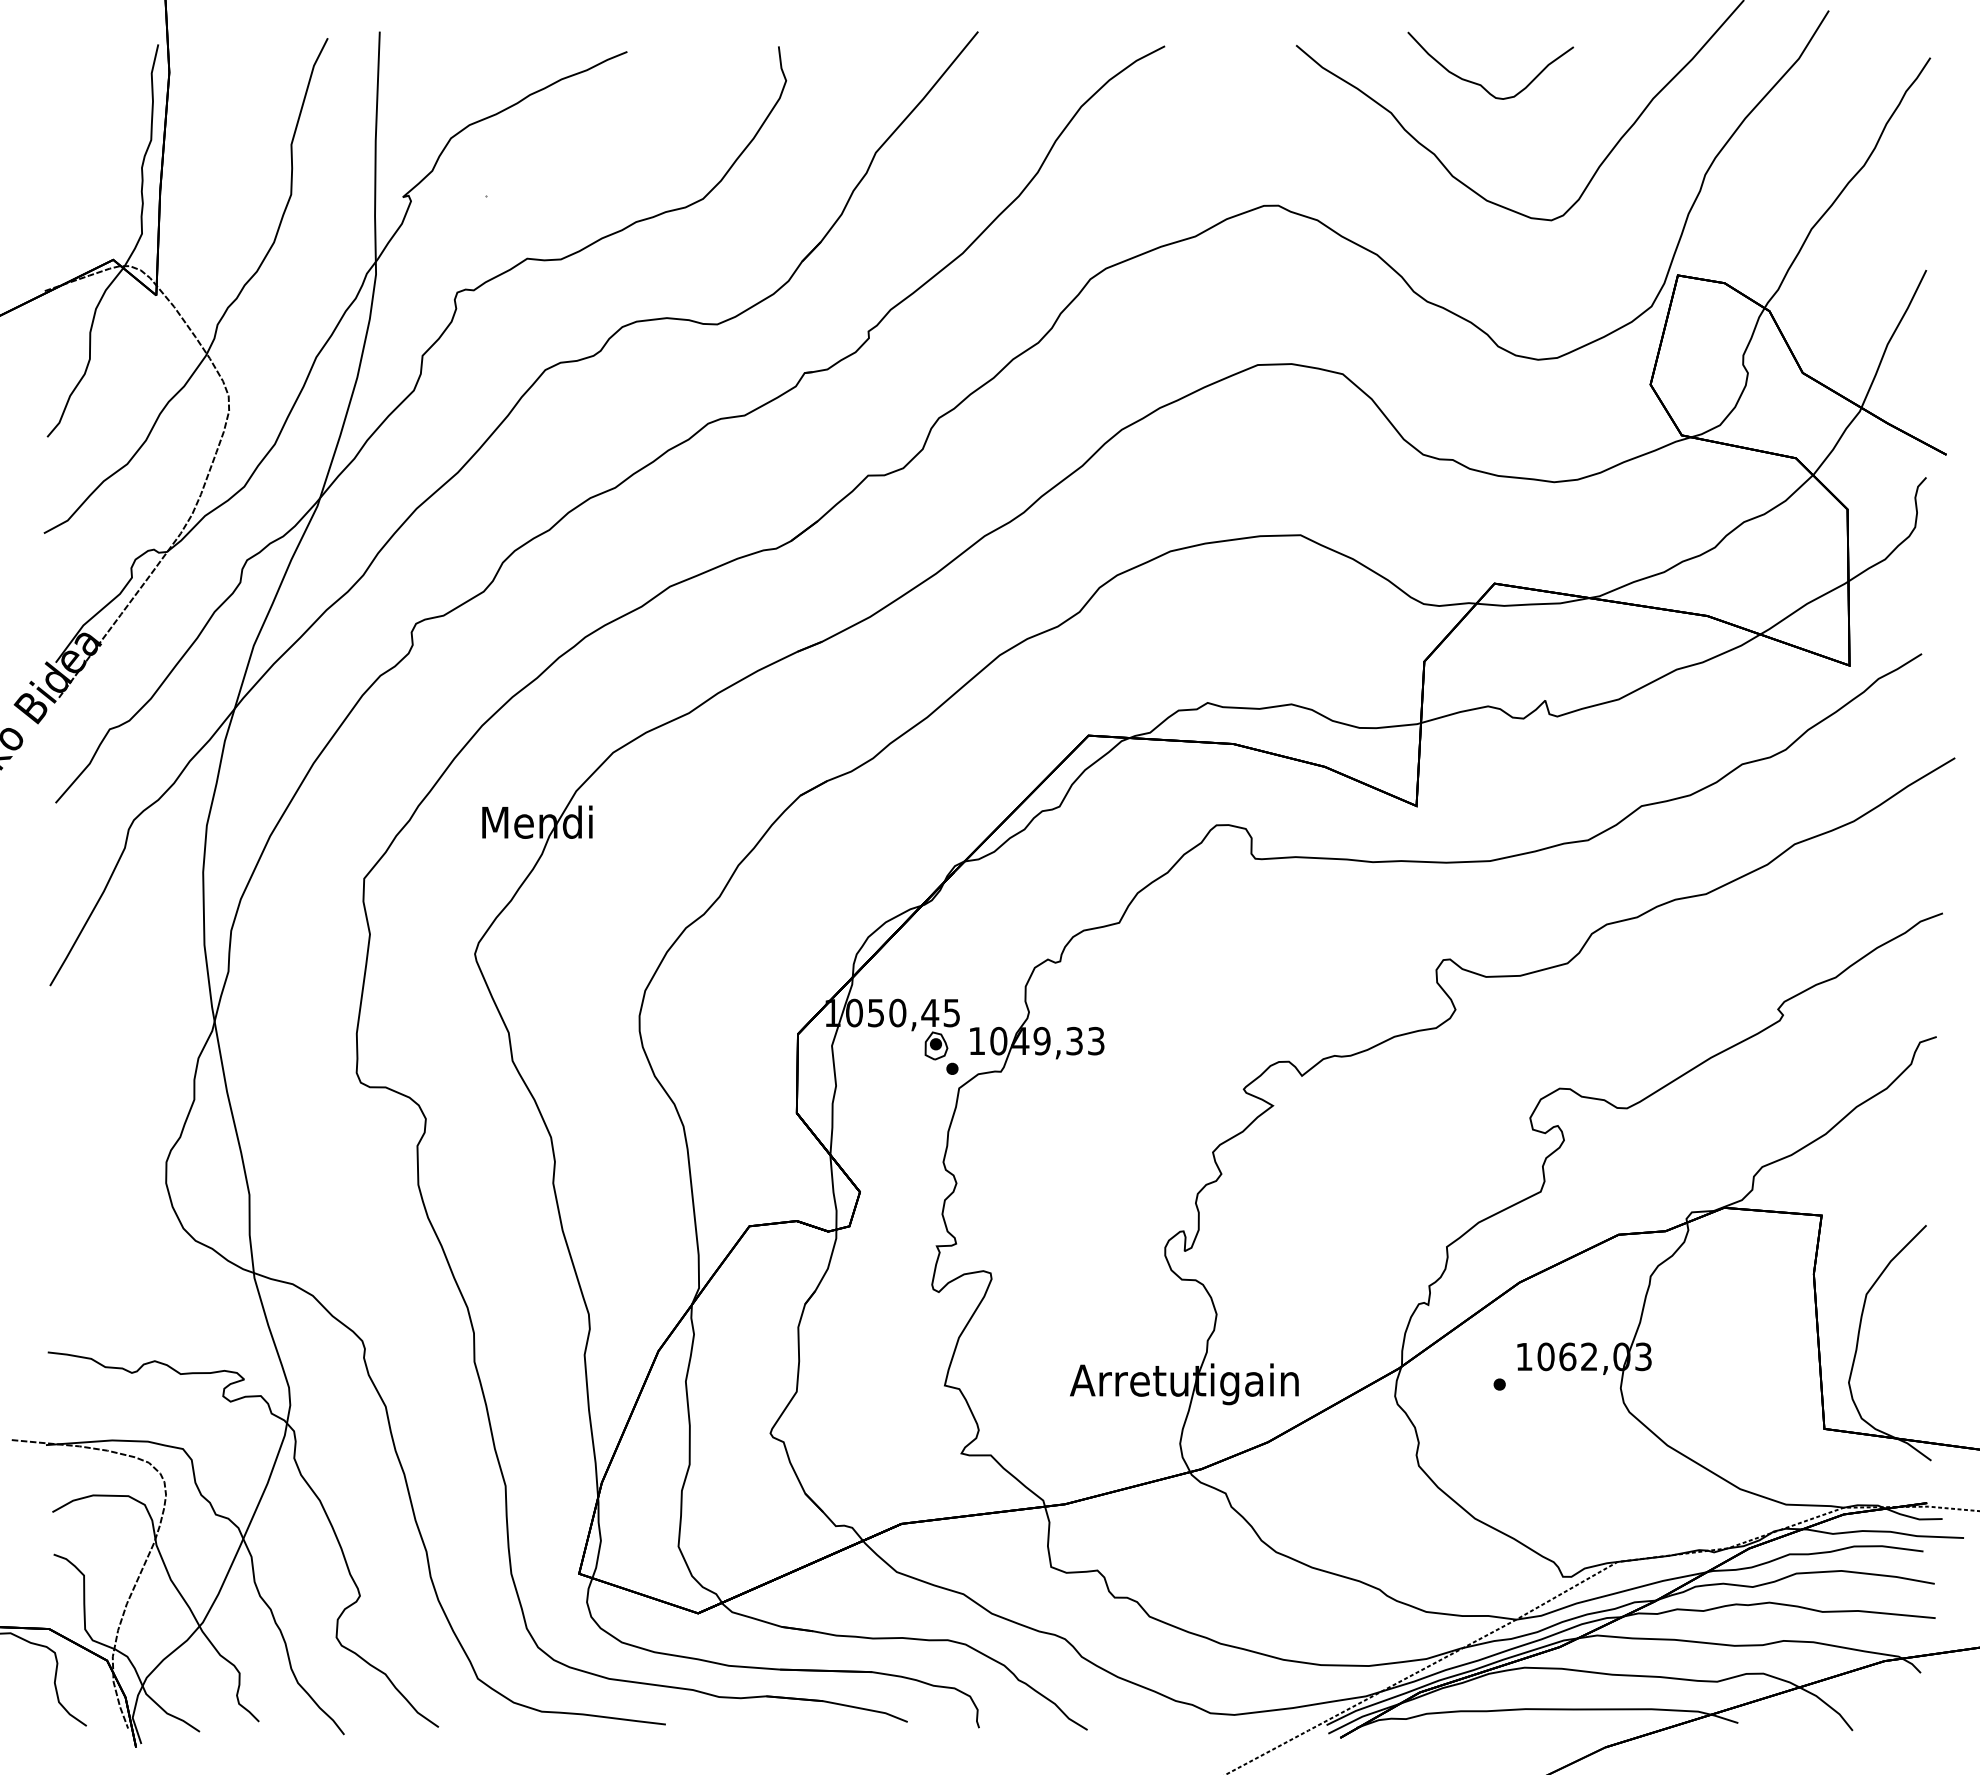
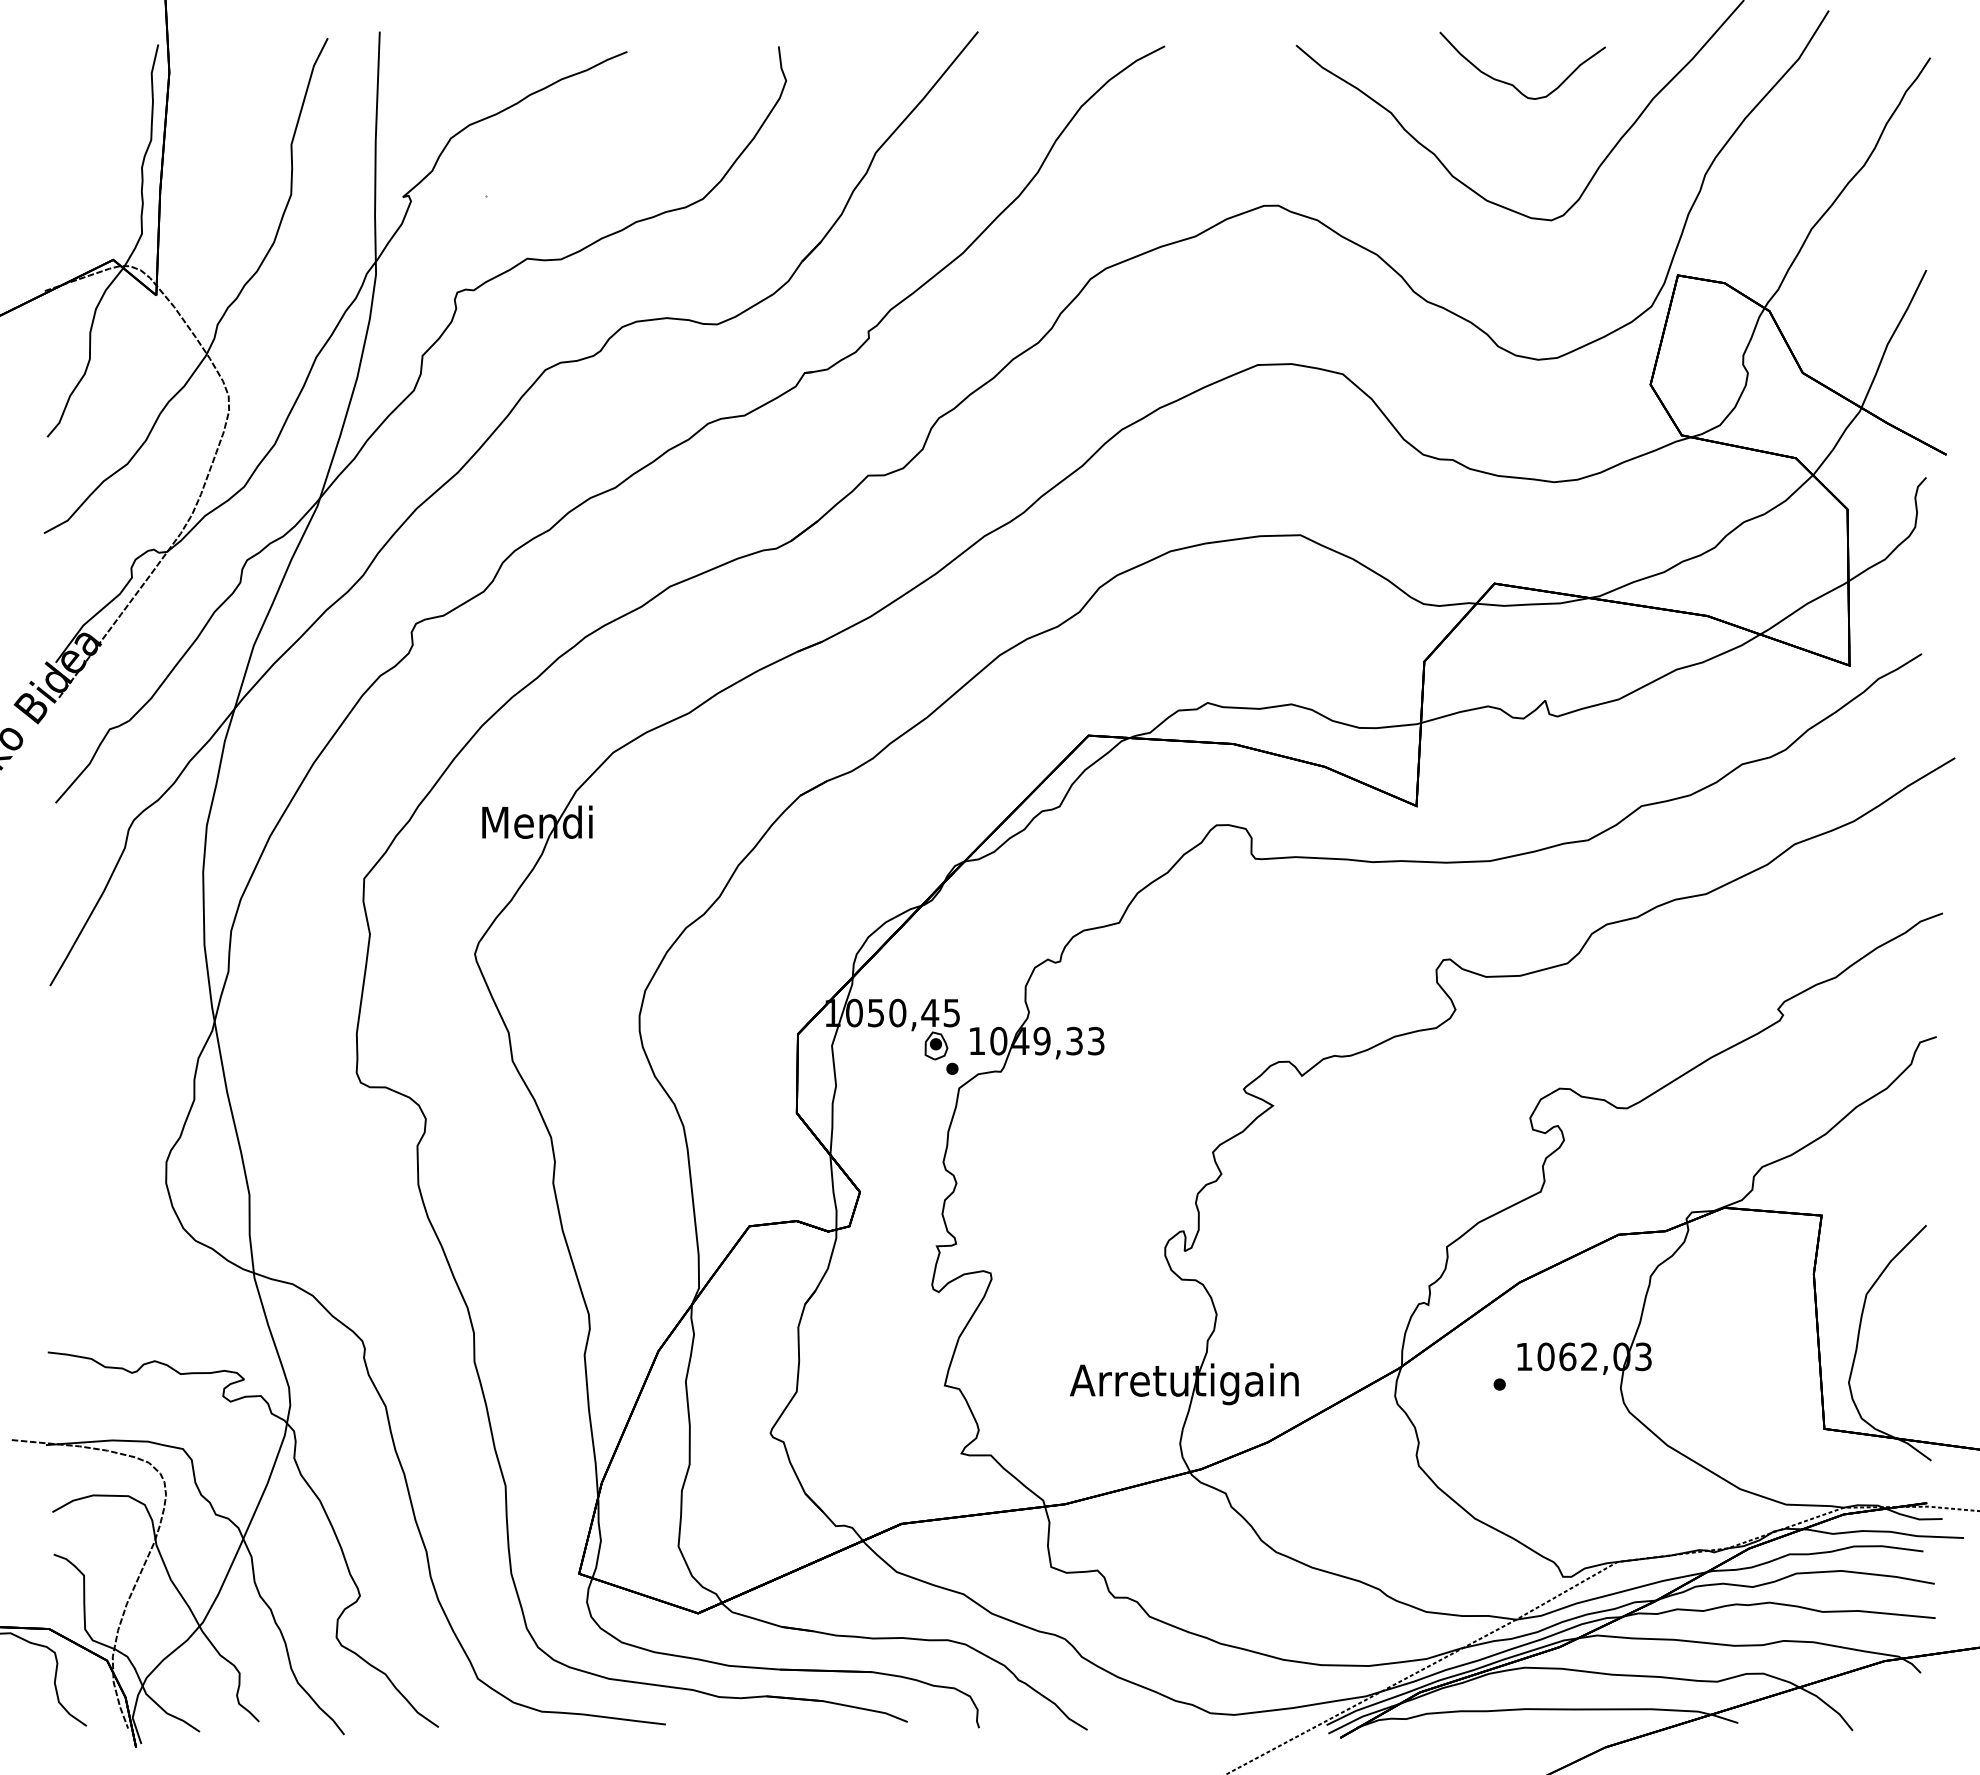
curve at (1481, 84) position: (1481, 84) -> (1513, 84)
